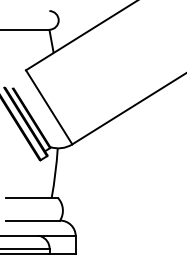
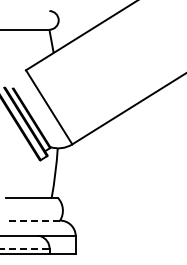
line at (33, 220): solid -> dashed
line at (25, 248): solid -> dashed
